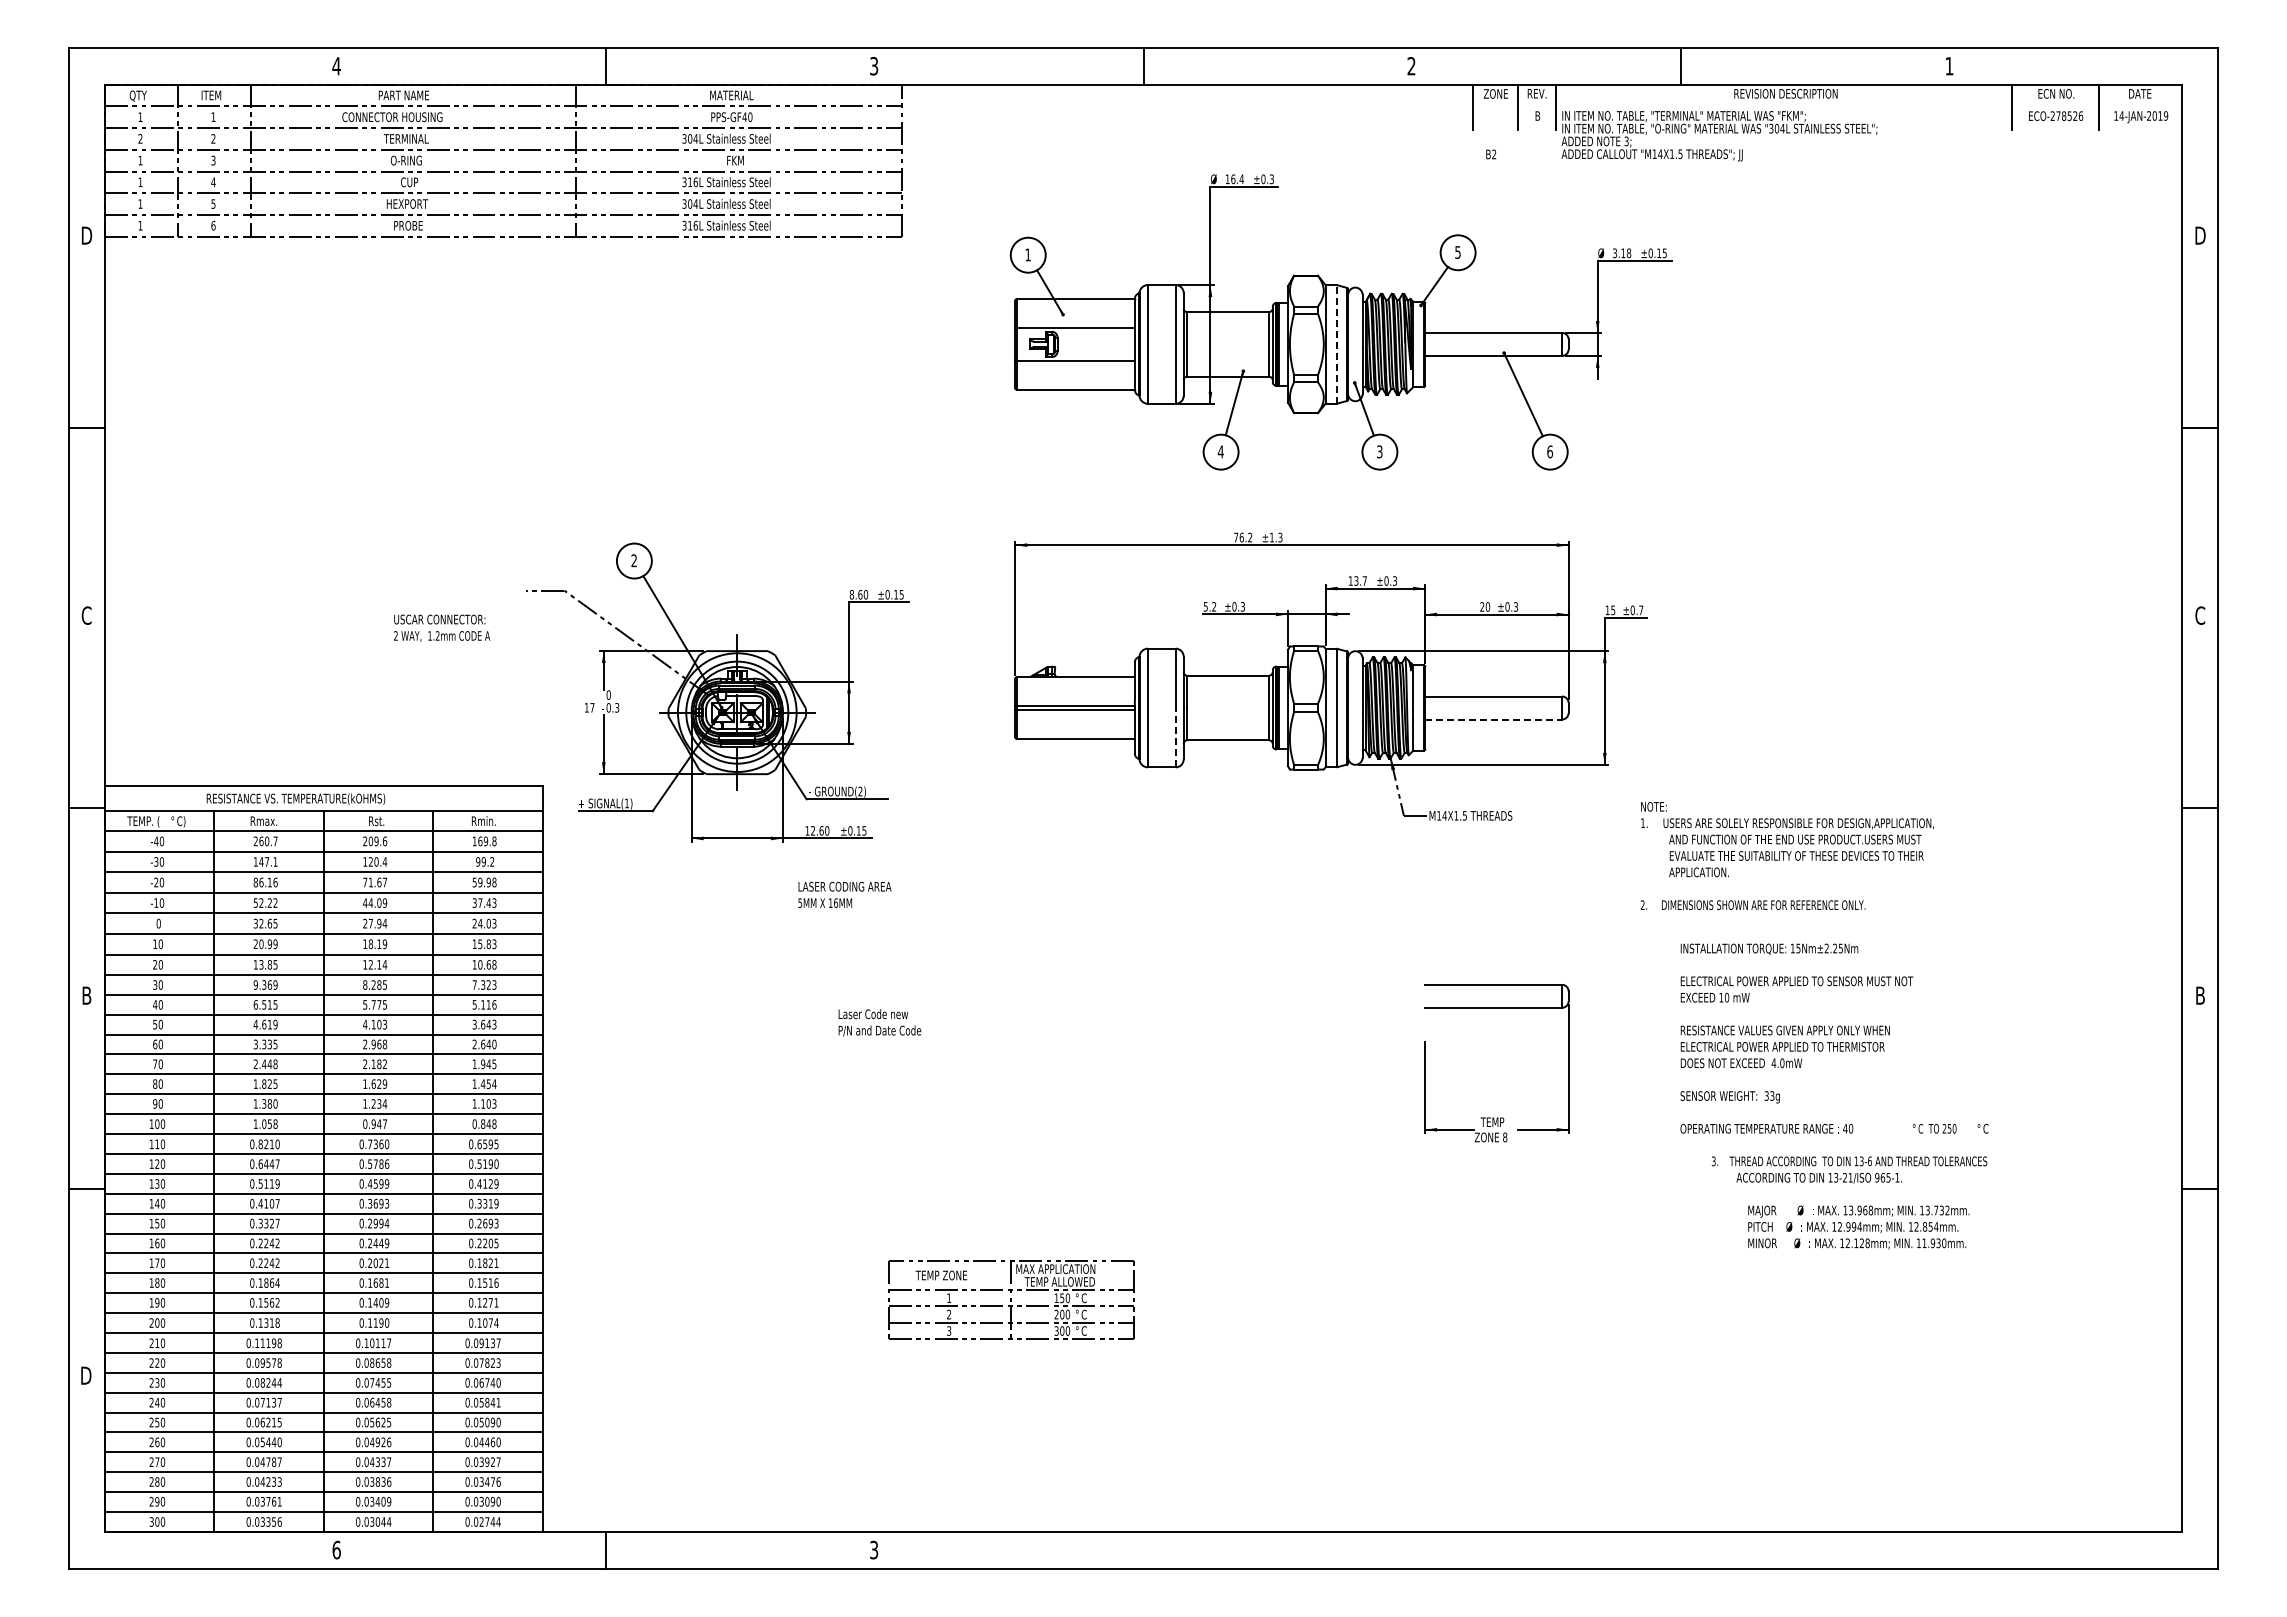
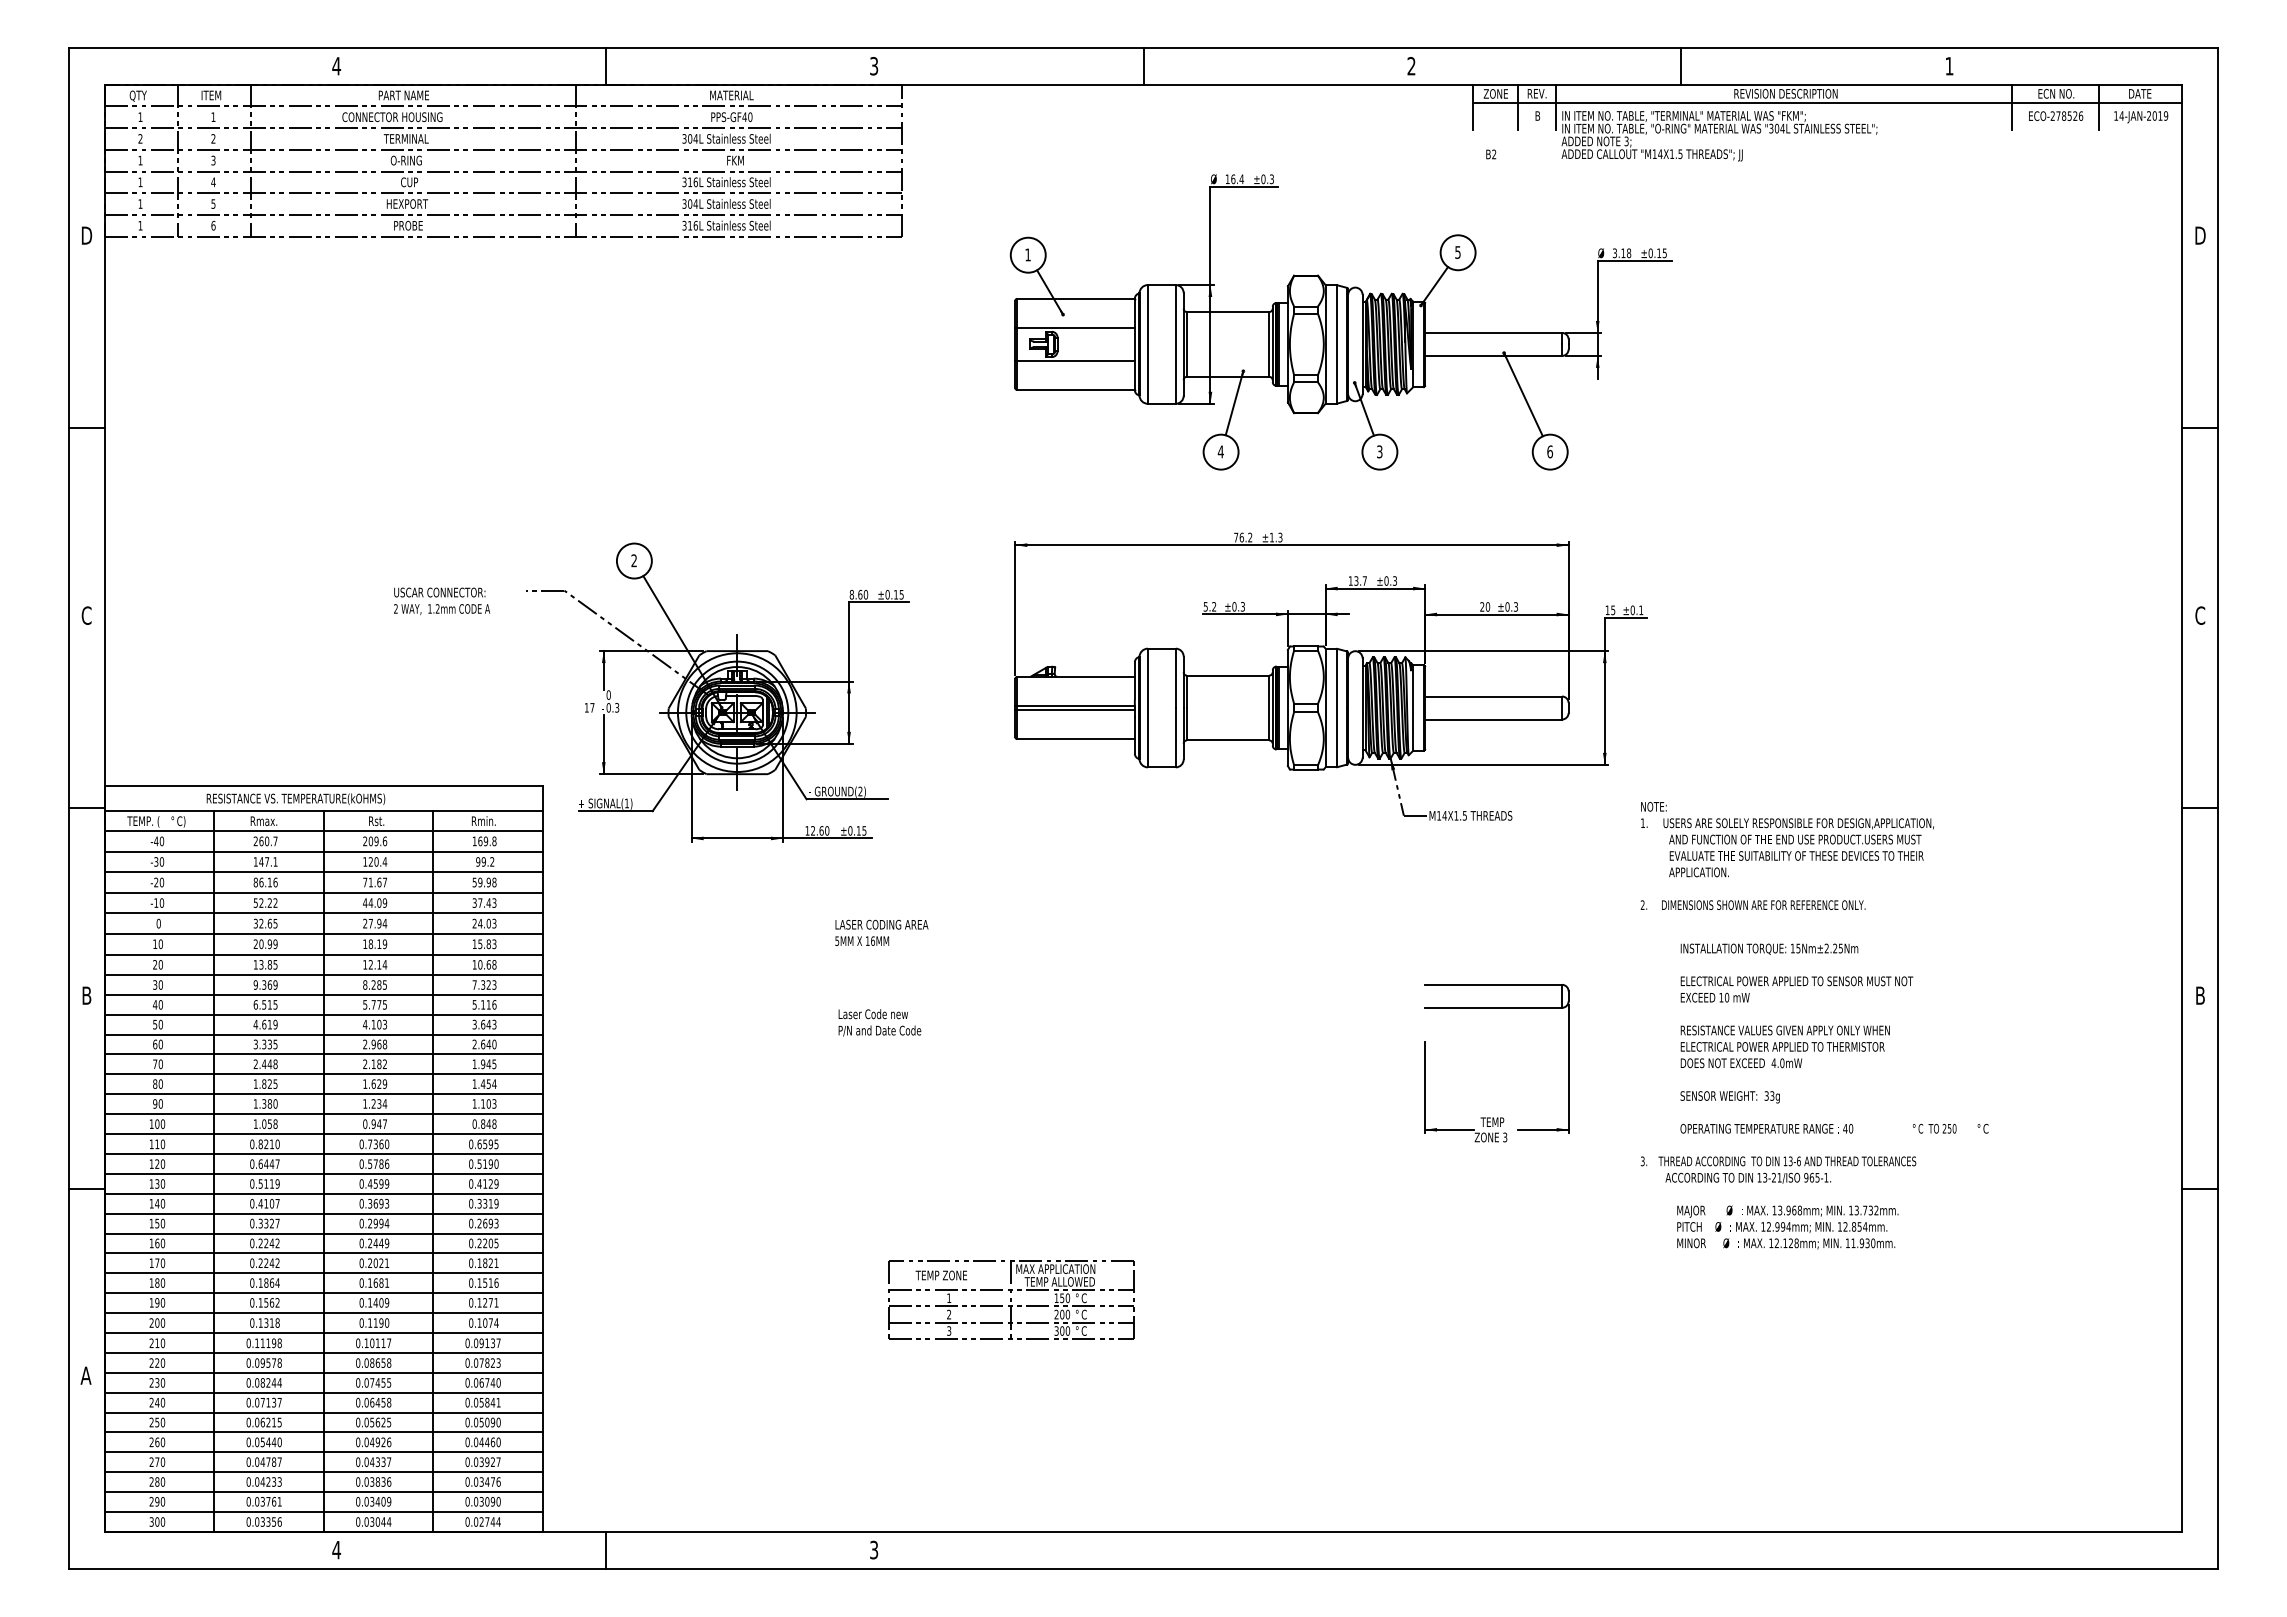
line at (1827, 103): none -> present
line at (1337, 343): dashed -> solid
text at (1641, 610): ±0.7 -> ±0.1
text at (442, 628) position: (442, 628) -> (442, 601)
line at (1493, 719): dashed -> solid
line at (1175, 737): dashed -> solid
text at (844, 894) position: (844, 894) -> (881, 932)
text at (1505, 1137): 8 -> 3
text at (1849, 1202) position: (1849, 1202) -> (1778, 1202)
text at (85, 1375): D -> A
text at (336, 1549): 6 -> 4
